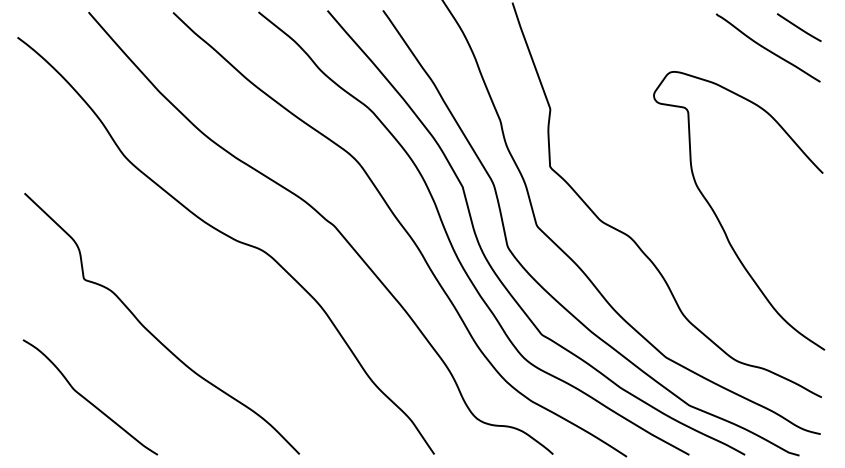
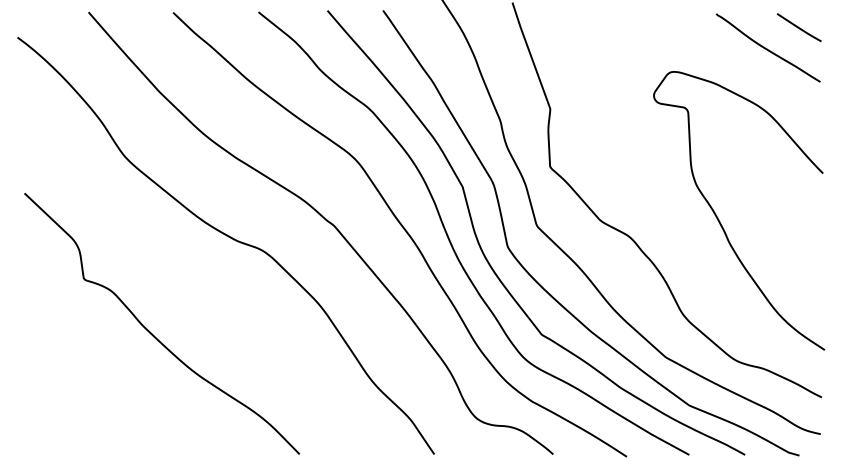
curve at (89, 400): present -> none
